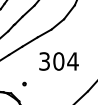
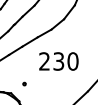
text at (58, 61): 304 -> 230
